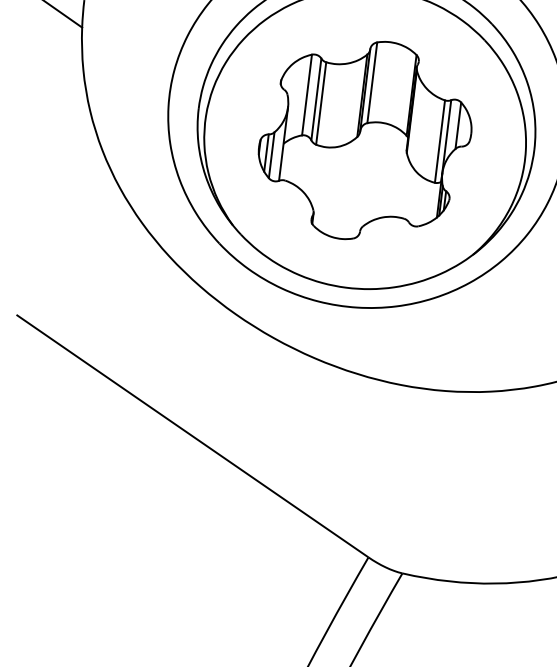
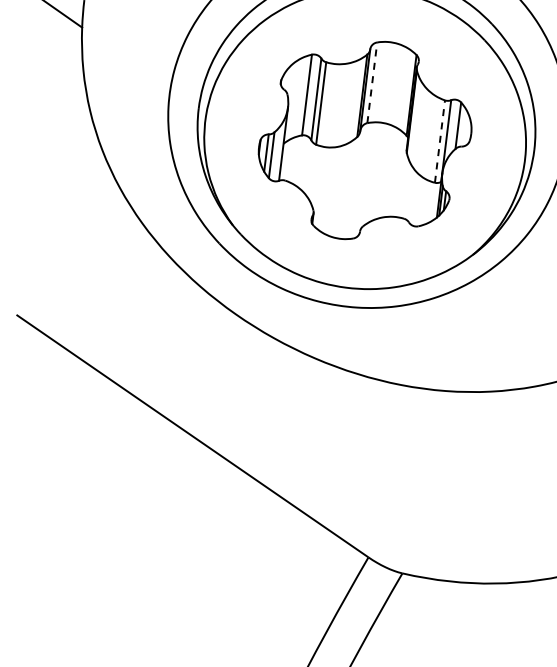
line at (372, 82): solid -> dashed
line at (439, 141): solid -> dashed
